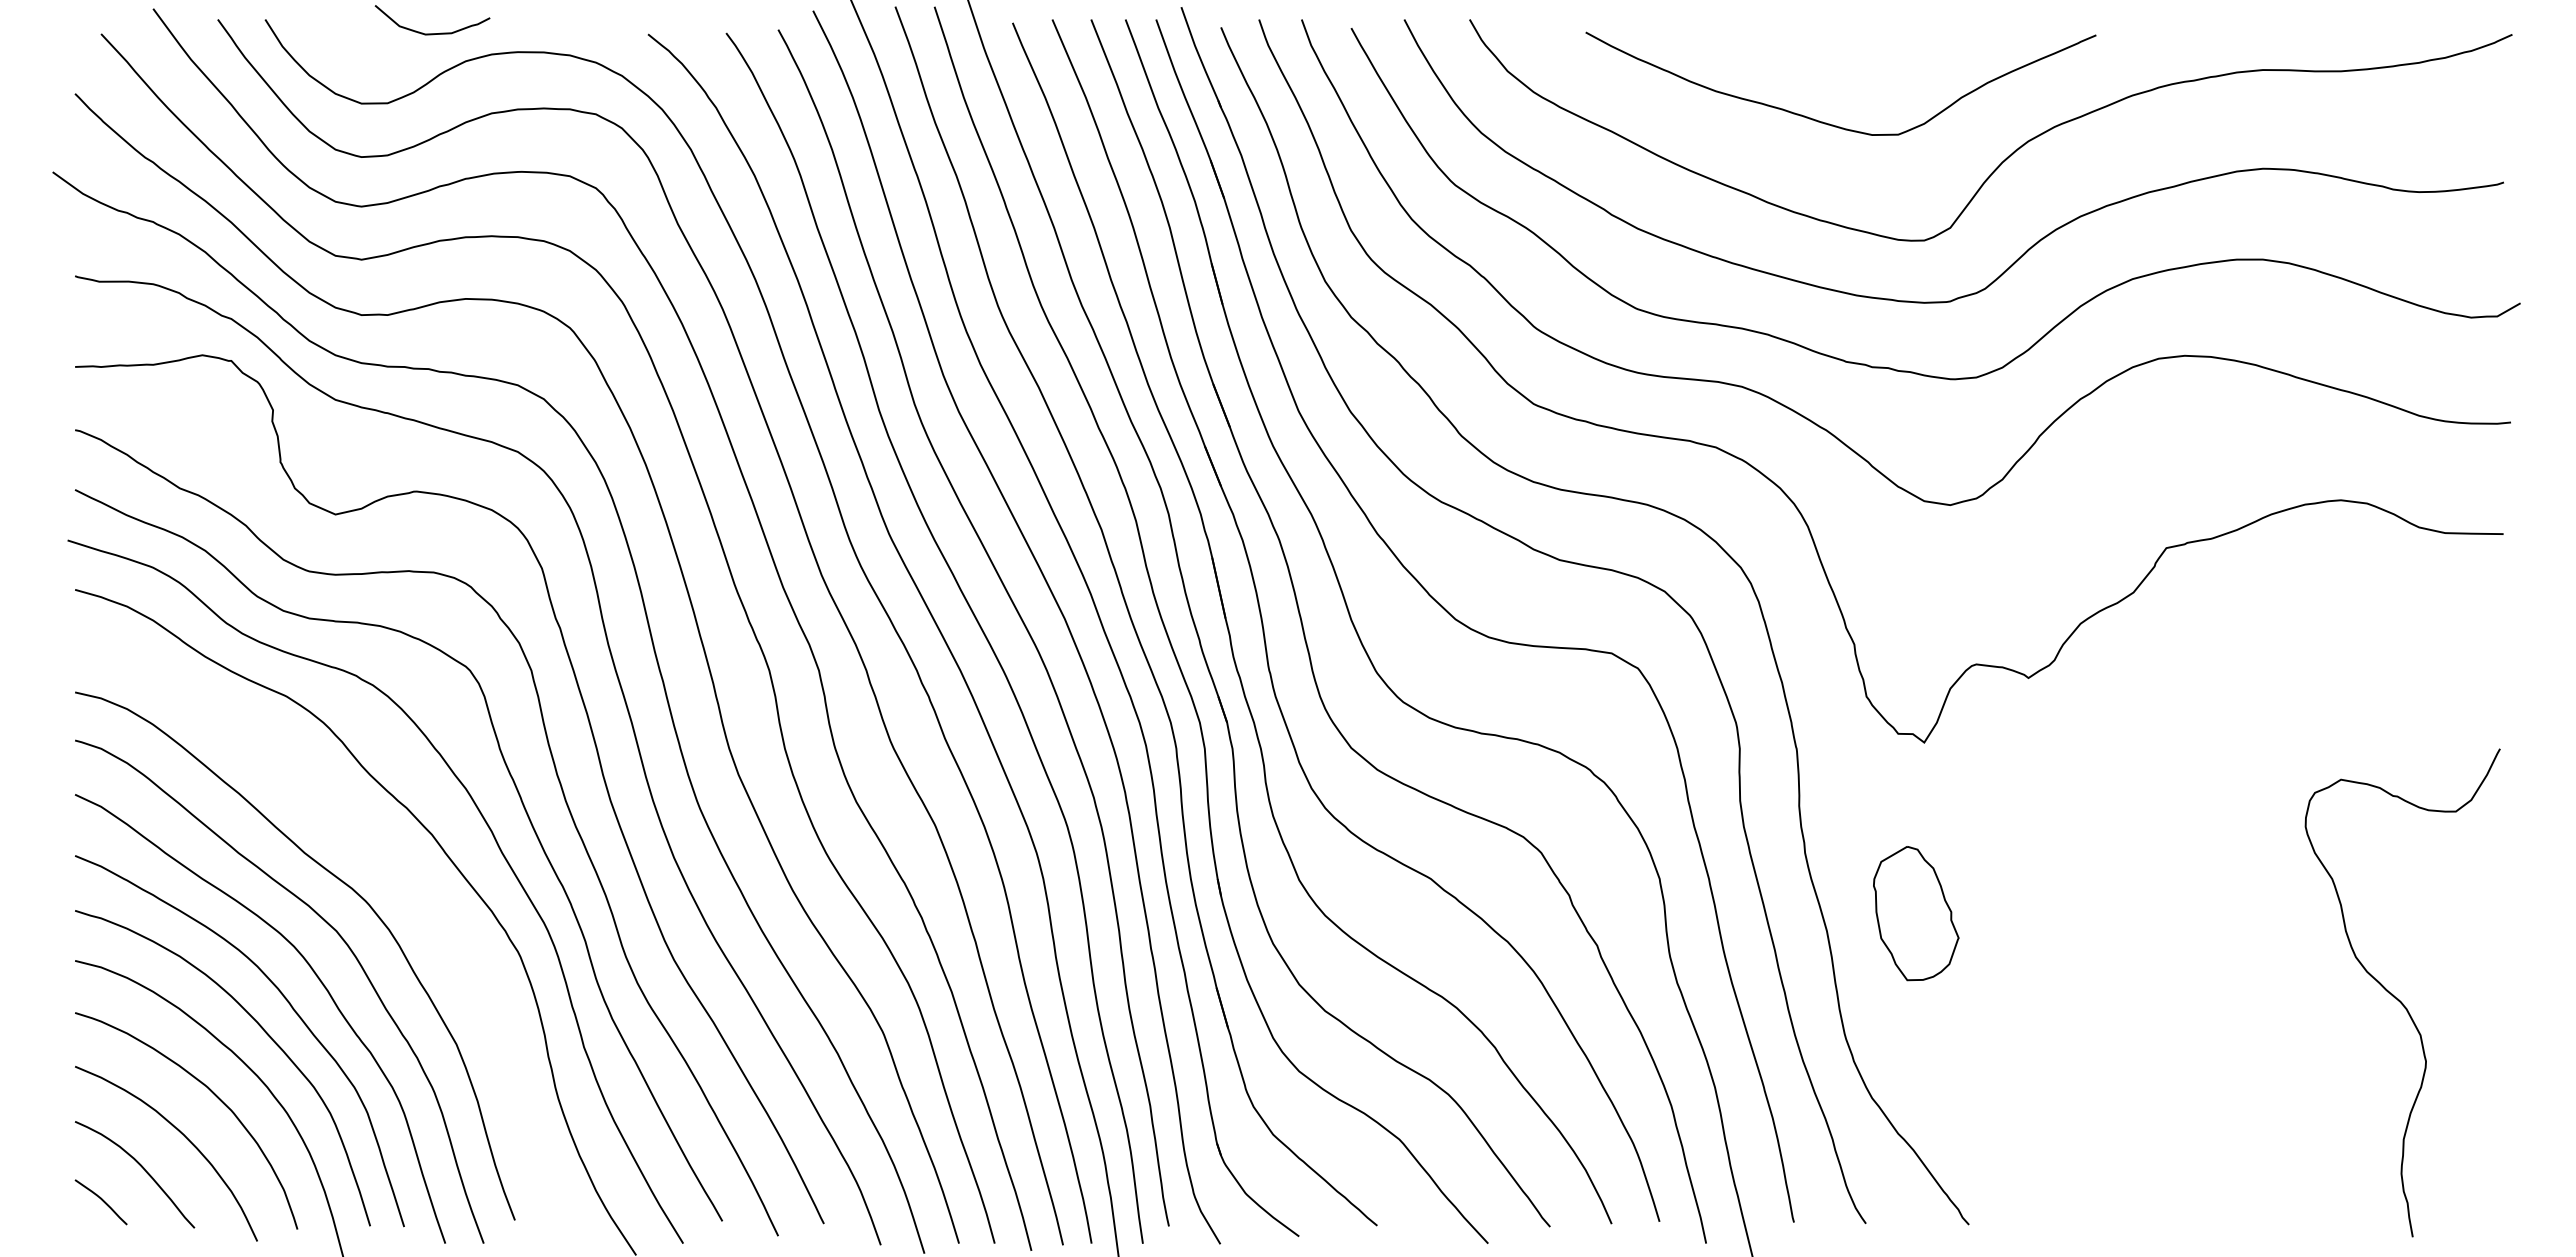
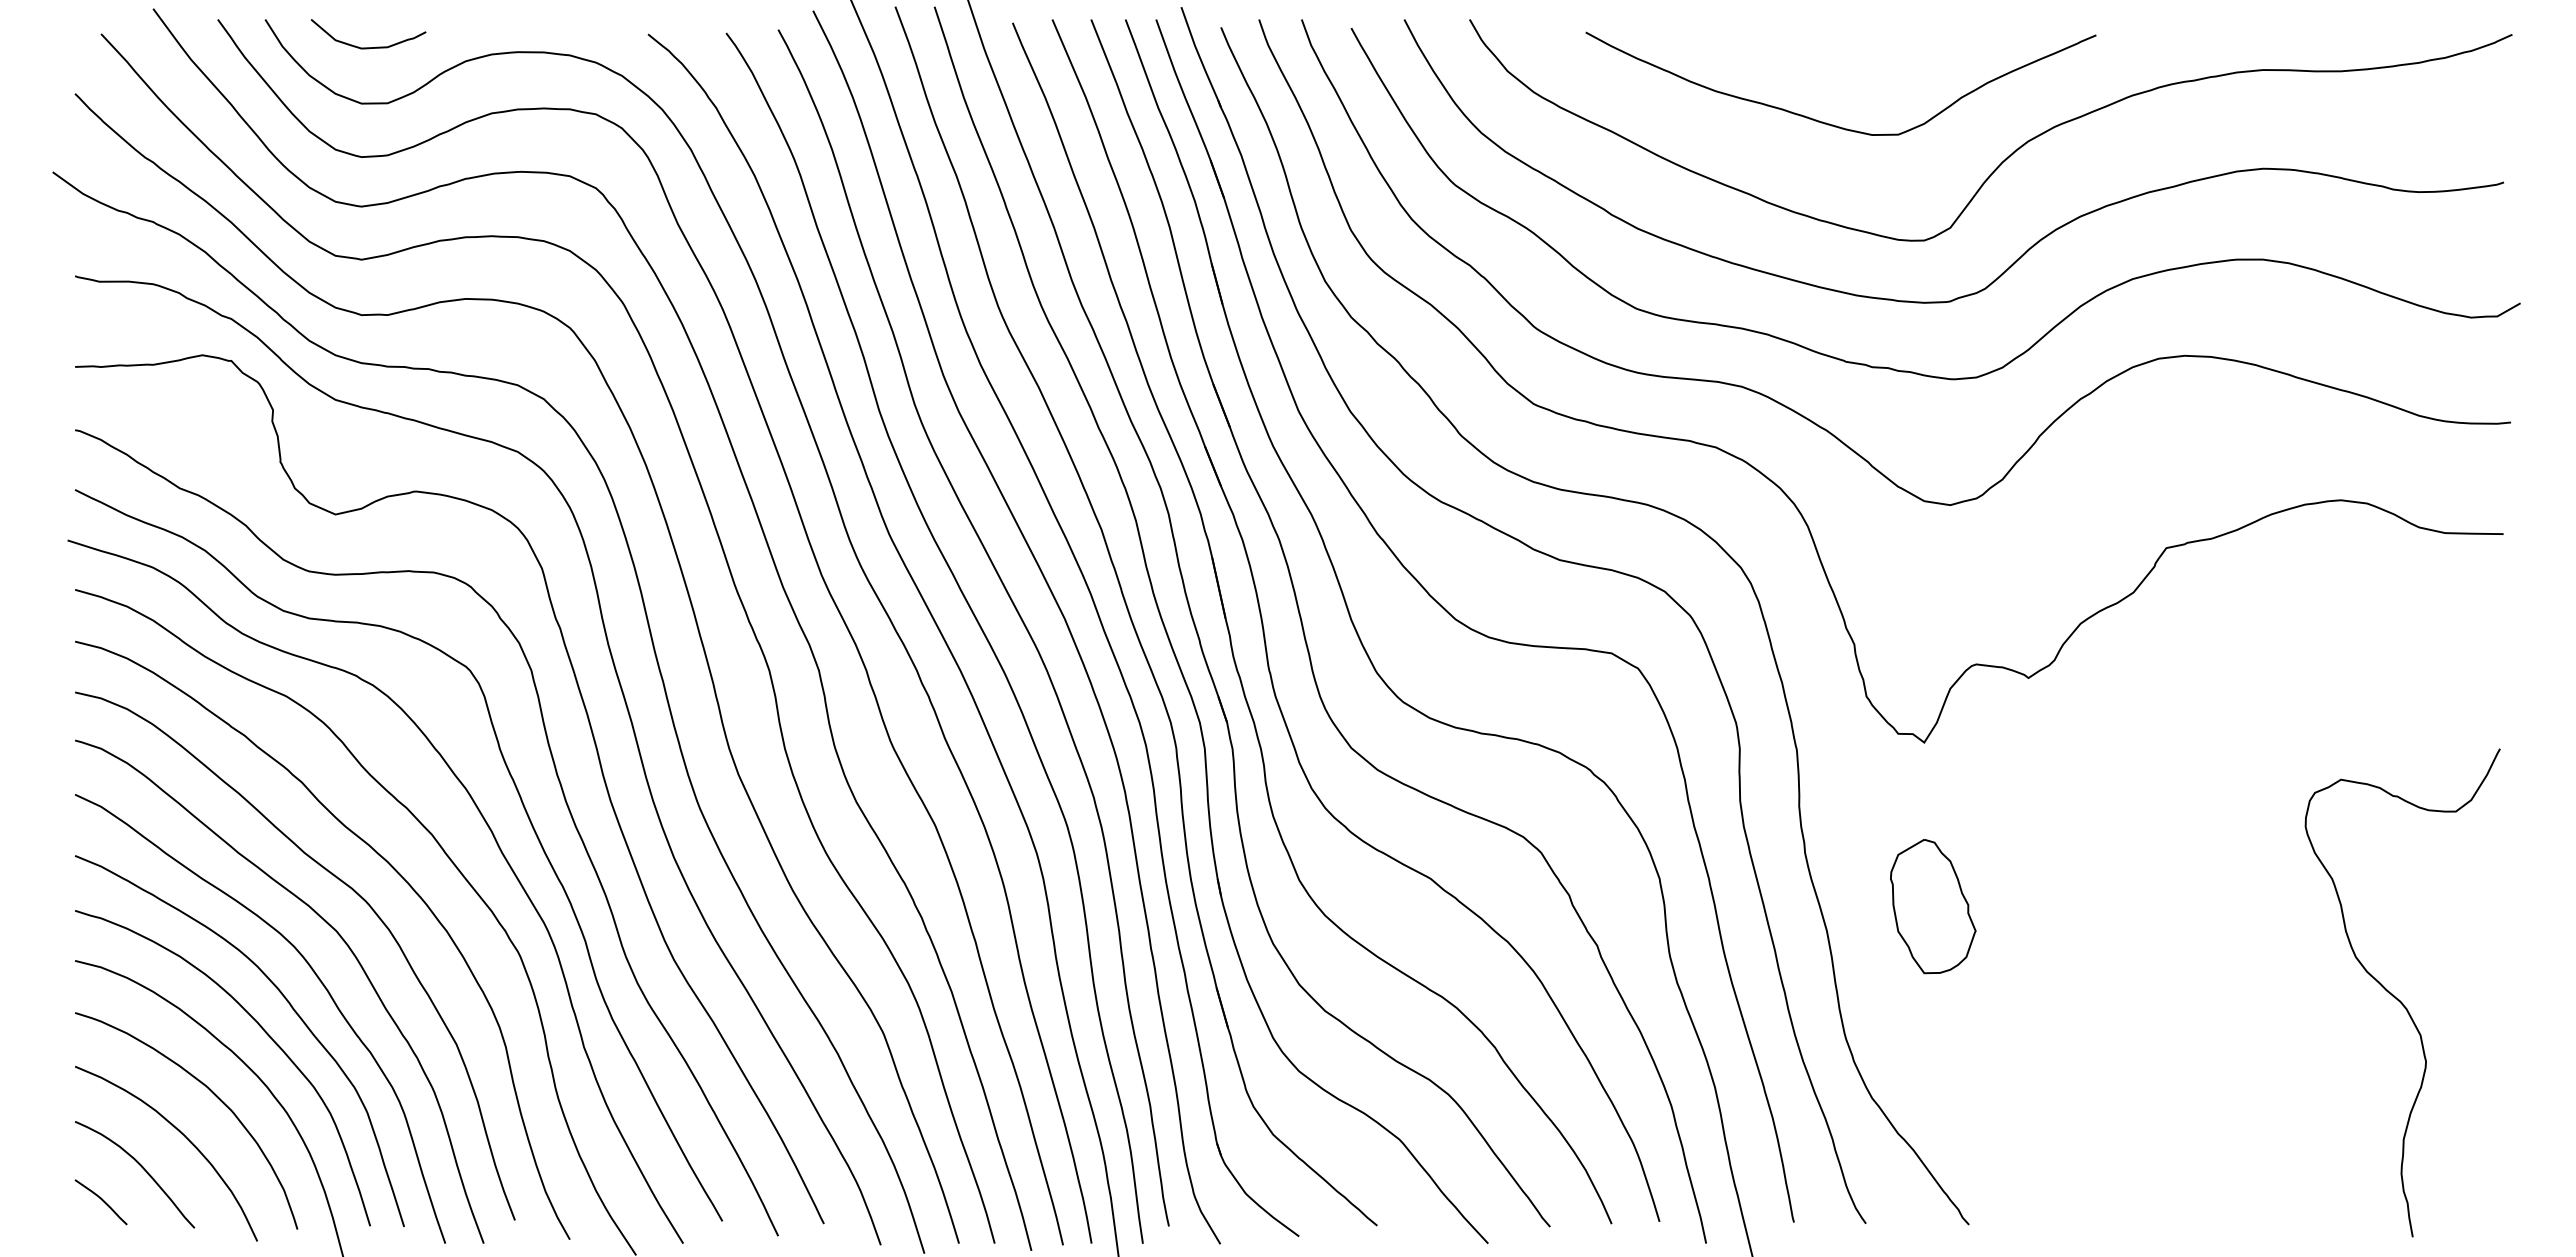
curve at (432, 33) position: (432, 33) -> (368, 47)
curve at (392, 868): none -> present
part at (1916, 913) position: (1916, 913) -> (1933, 906)
